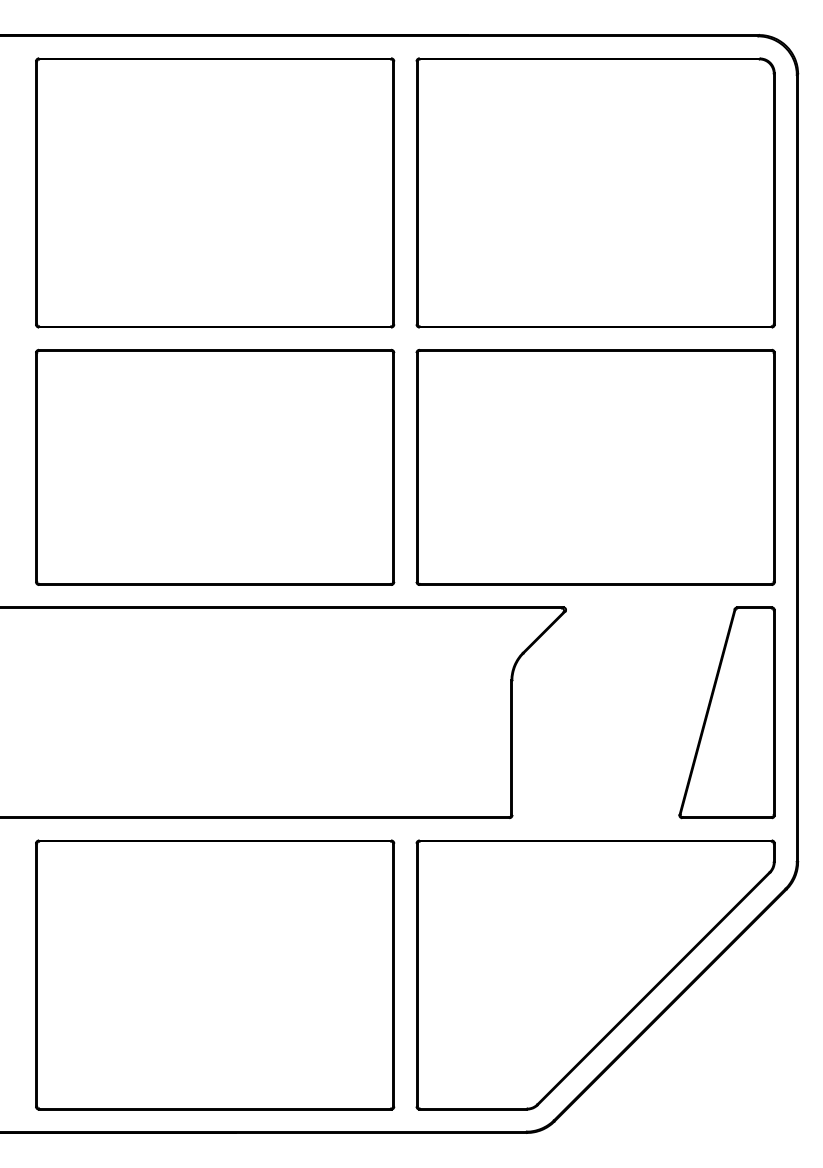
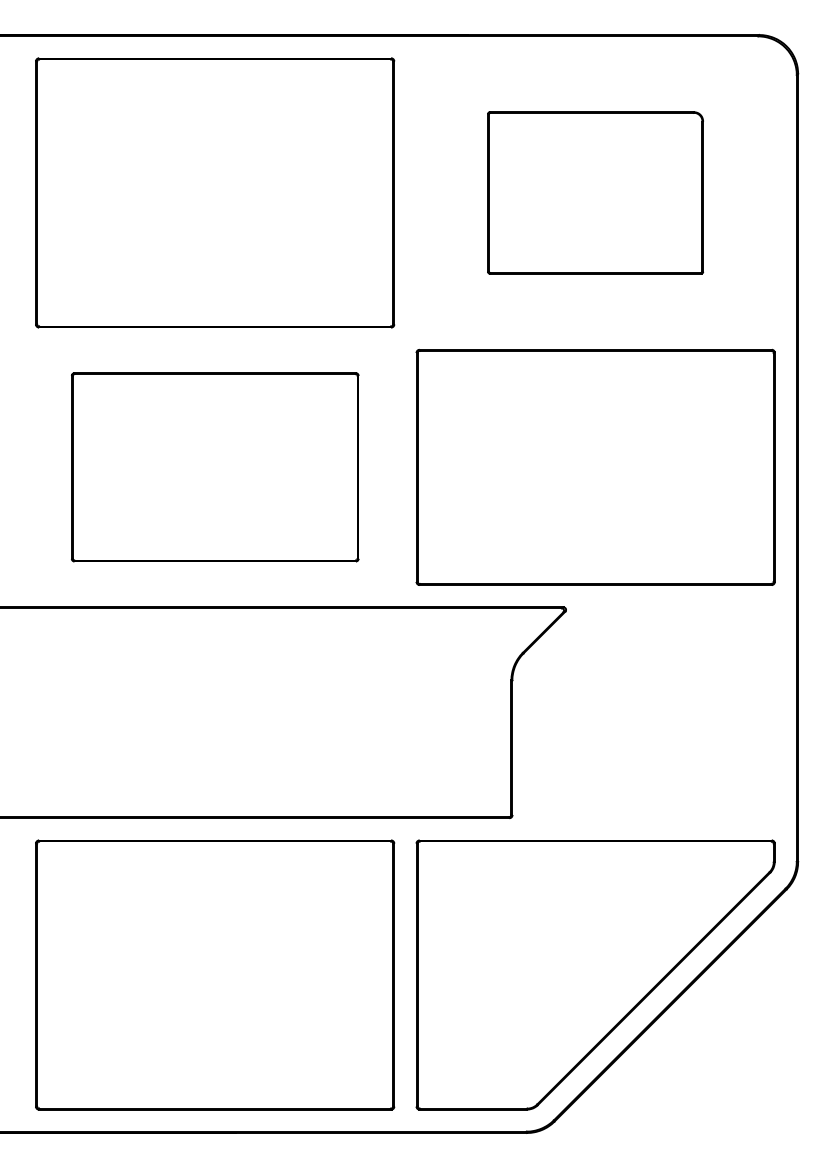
part at (595, 192) size: 361x272 px -> 217x164 px
part at (215, 466) size: 361x238 px -> 289x191 px
part at (726, 712): present -> none
